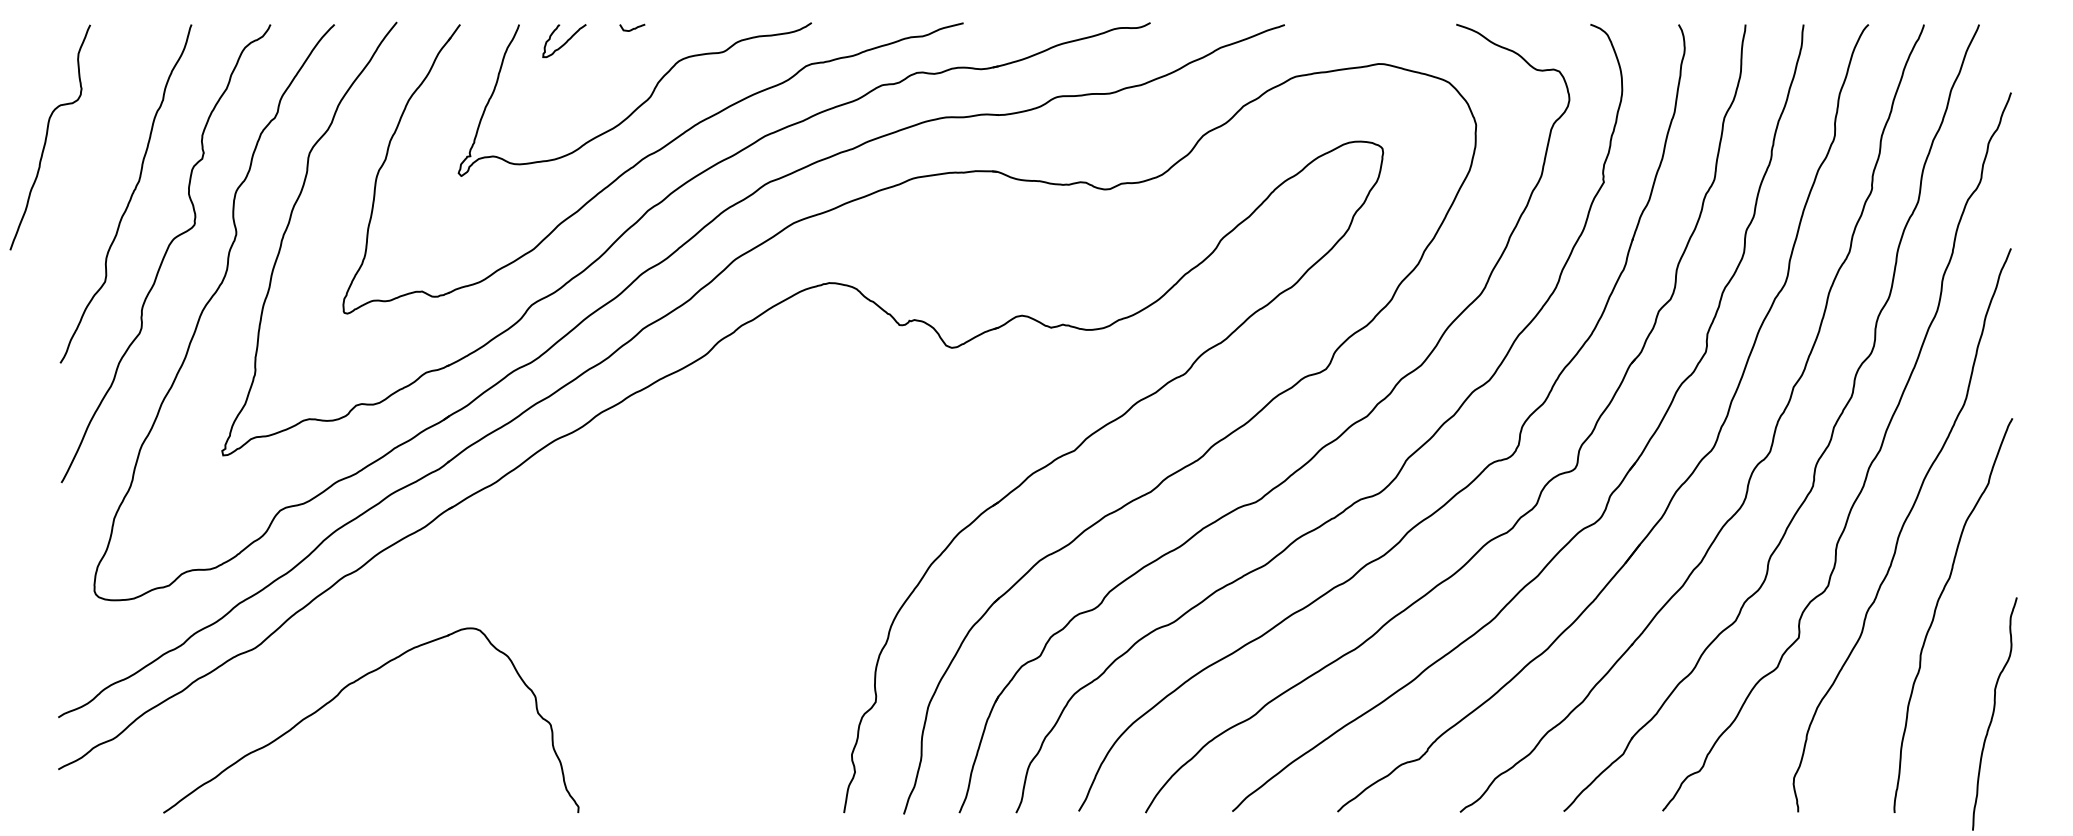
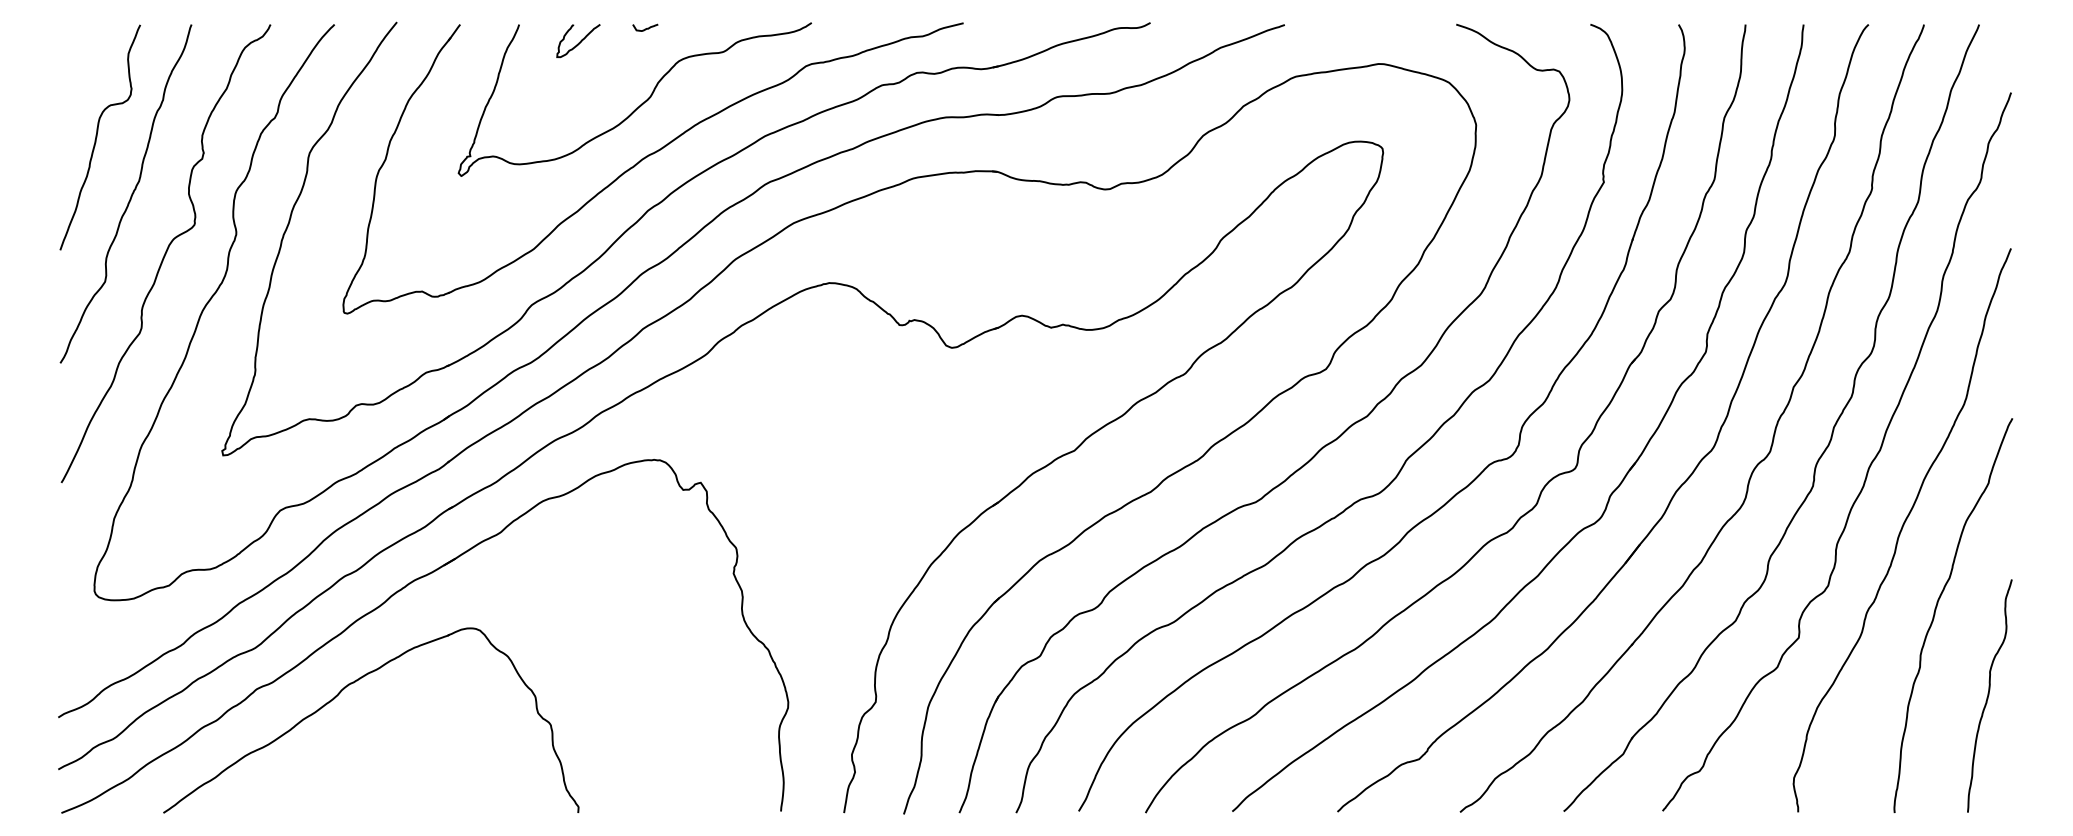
curve at (632, 28) position: (632, 28) -> (645, 28)
curve at (565, 41) position: (565, 41) -> (579, 41)
curve at (47, 137) position: (47, 137) -> (97, 137)
part at (394, 595): none -> present
curve at (1994, 713) position: (1994, 713) -> (1989, 695)
